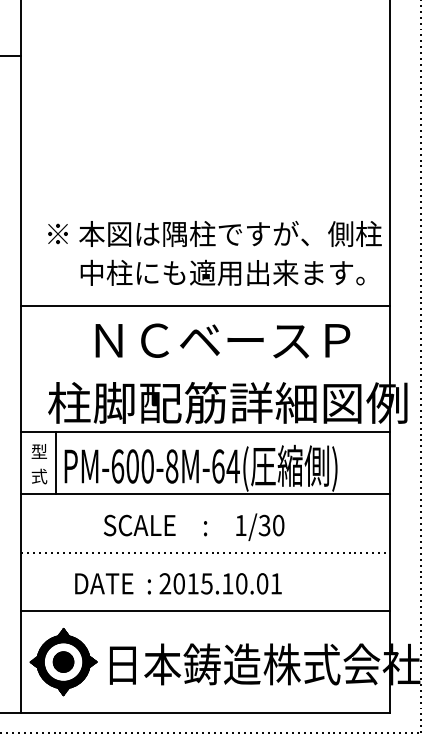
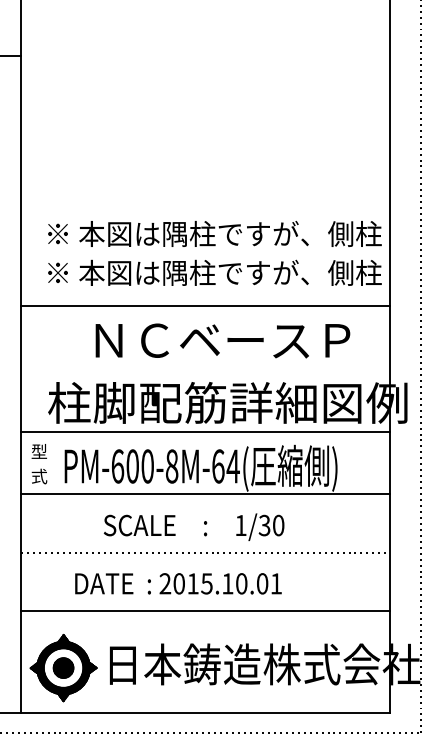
text at (214, 272): 中柱にも適用出来ます。 -> ※ 本図は隅柱ですが、側柱
line at (55, 462): present -> none
part at (63, 662) position: (63, 662) -> (63, 668)
